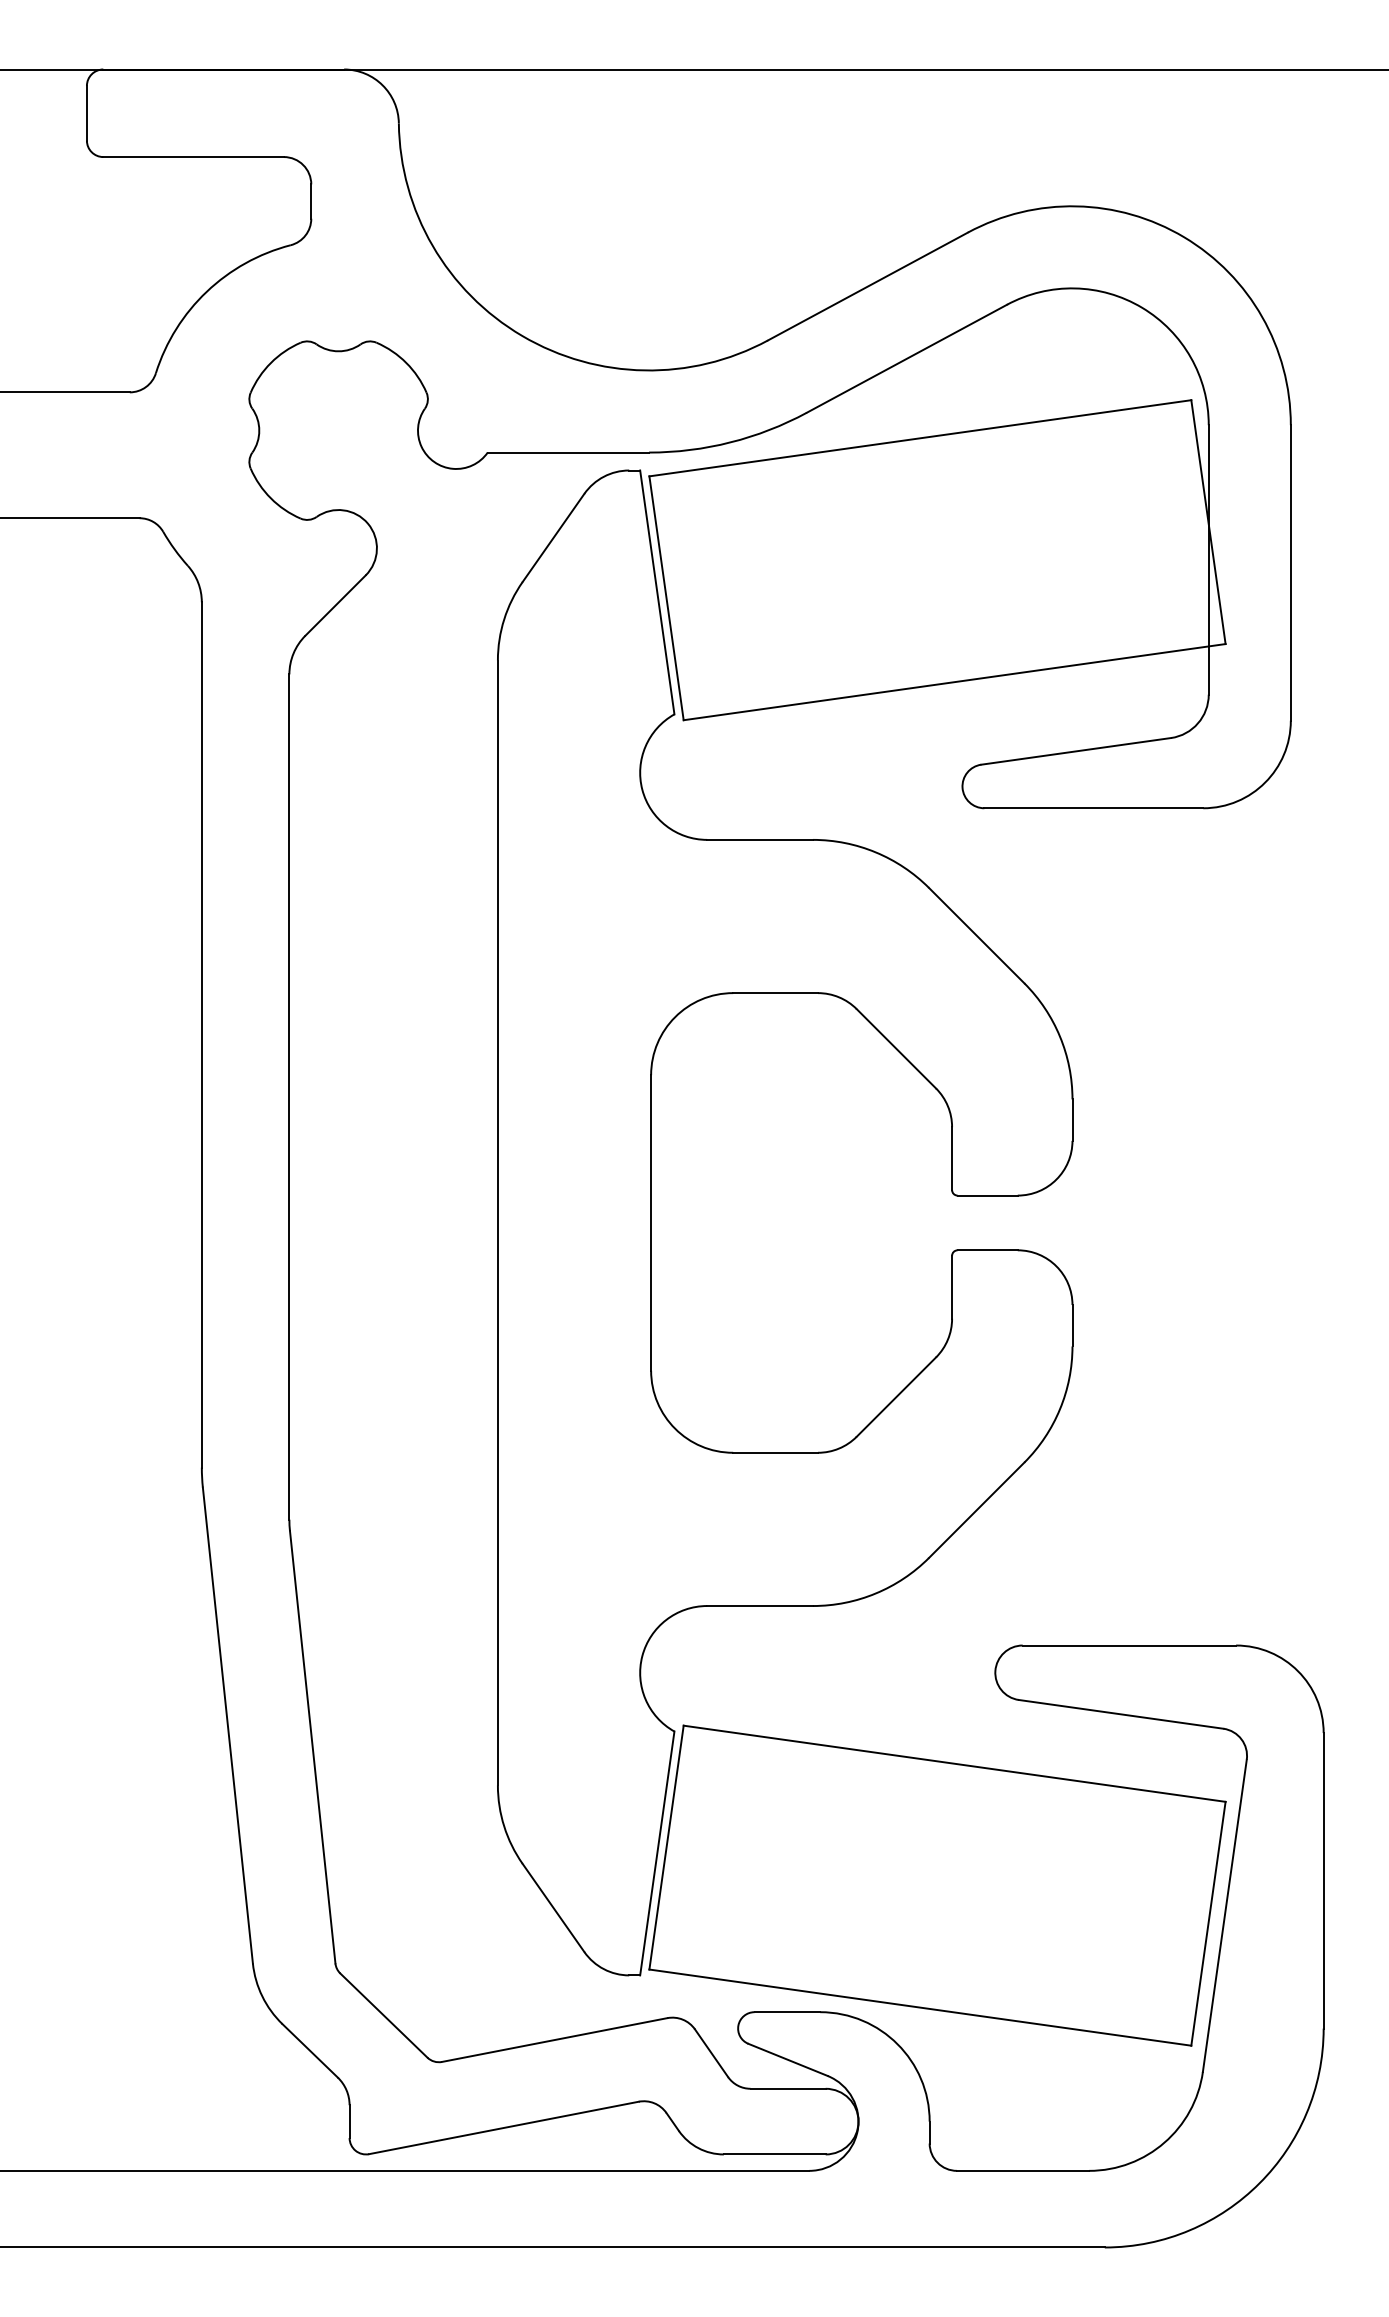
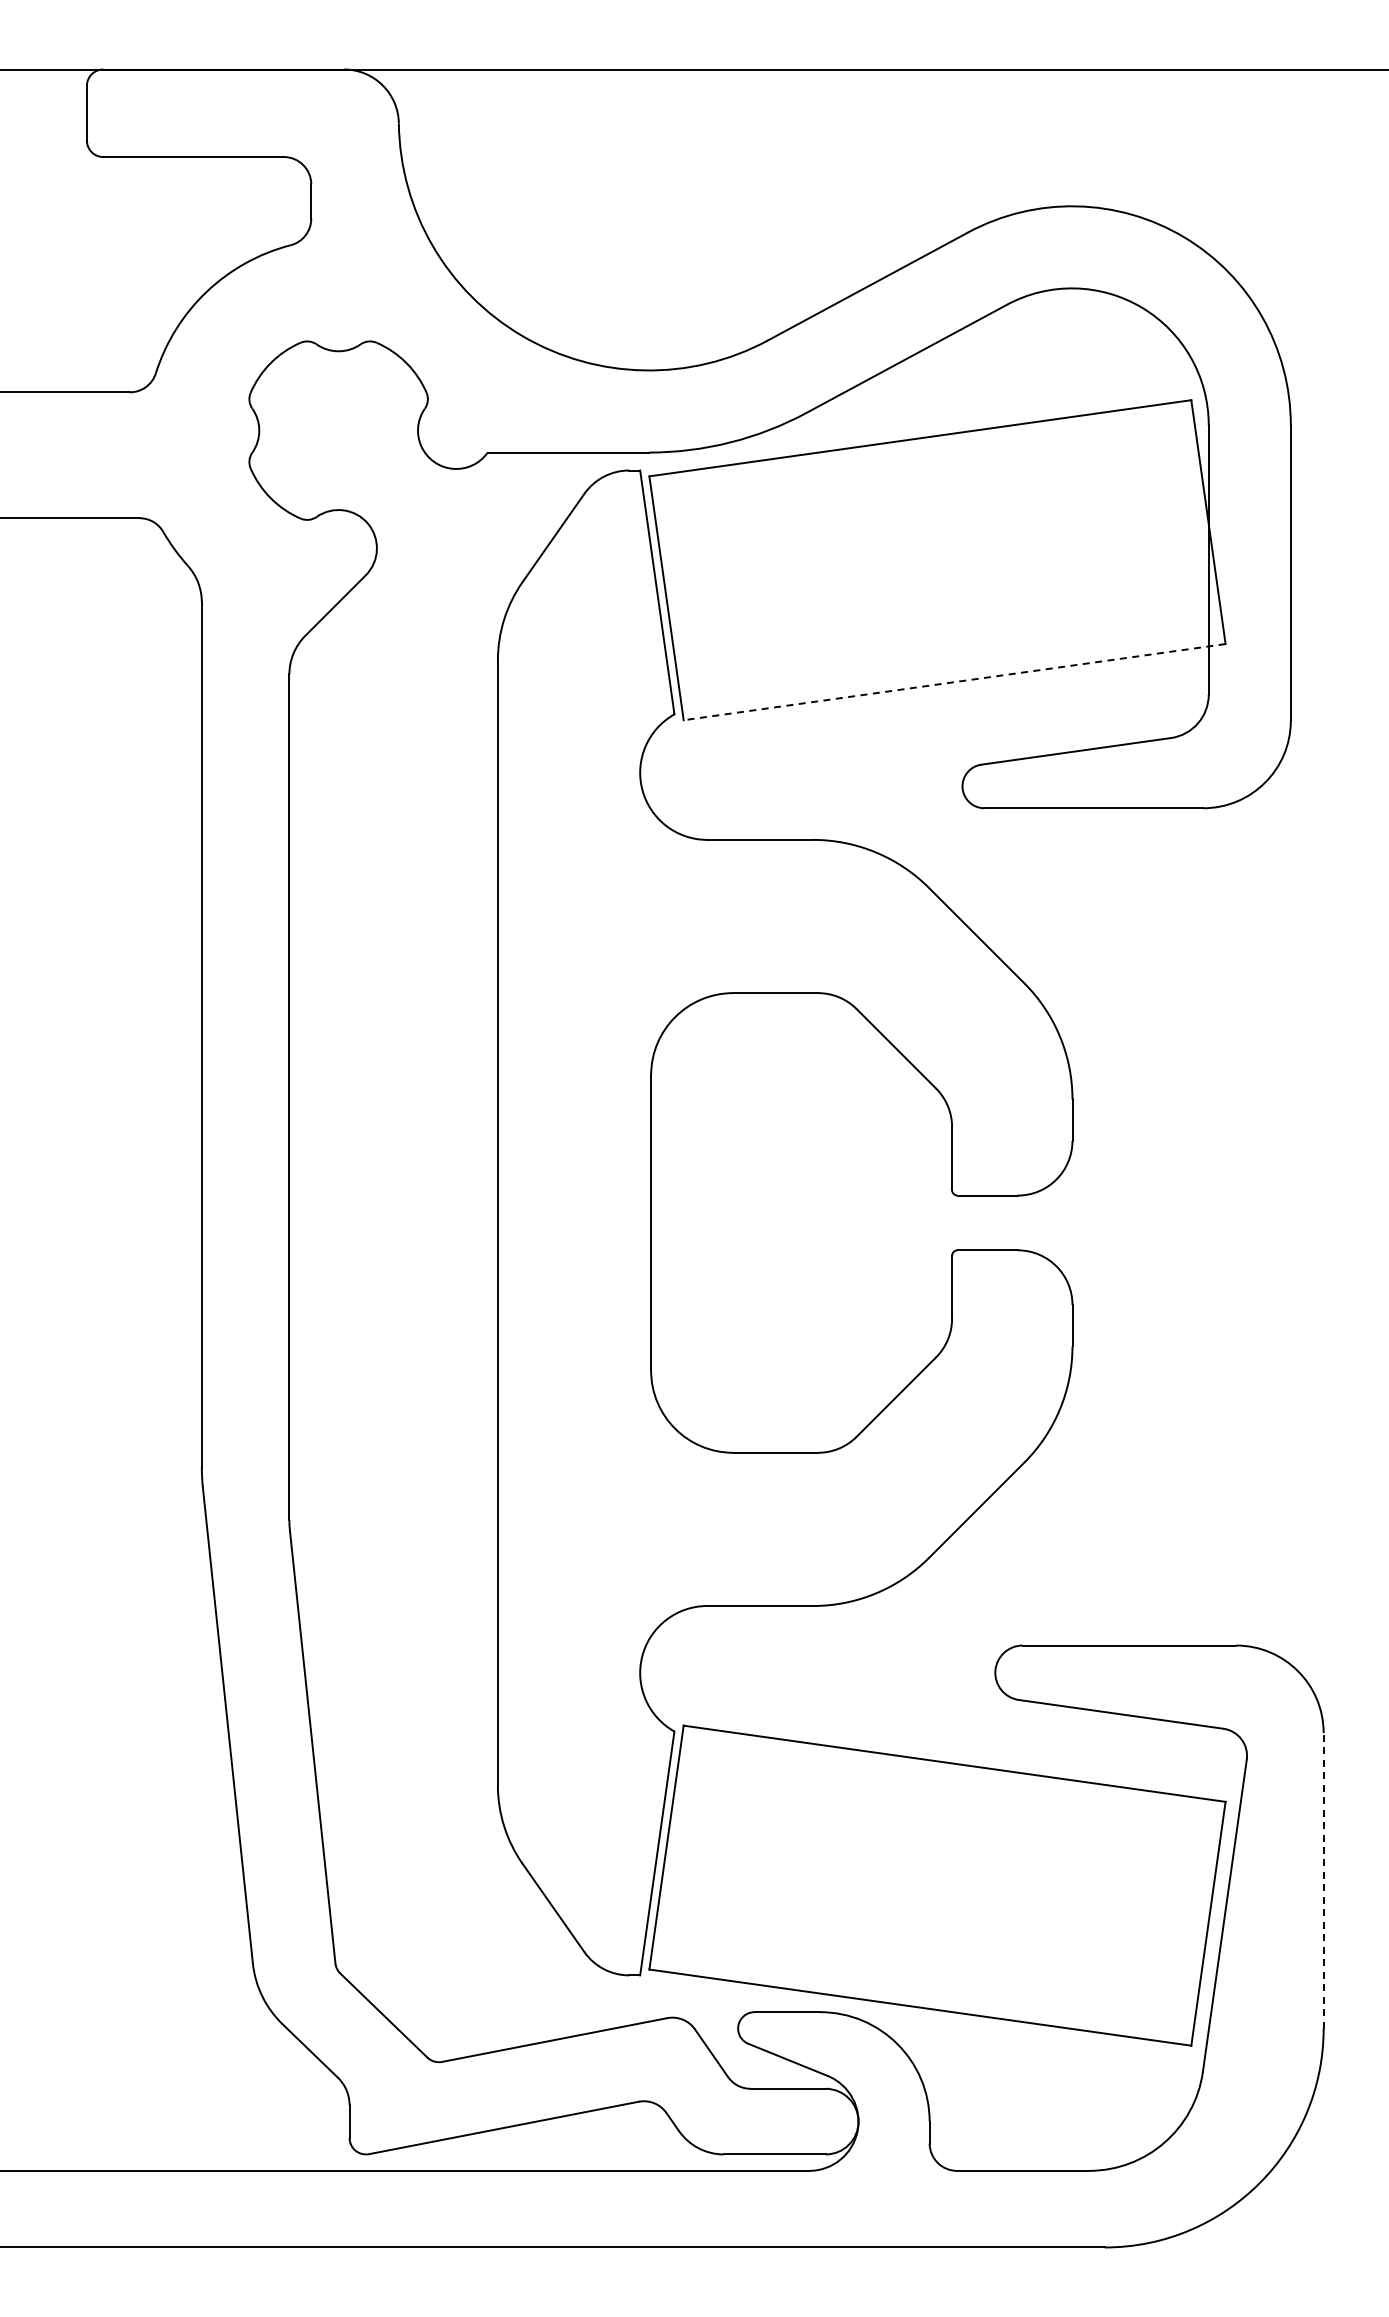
line at (954, 682): solid -> dashed
line at (1323, 1880): solid -> dashed
